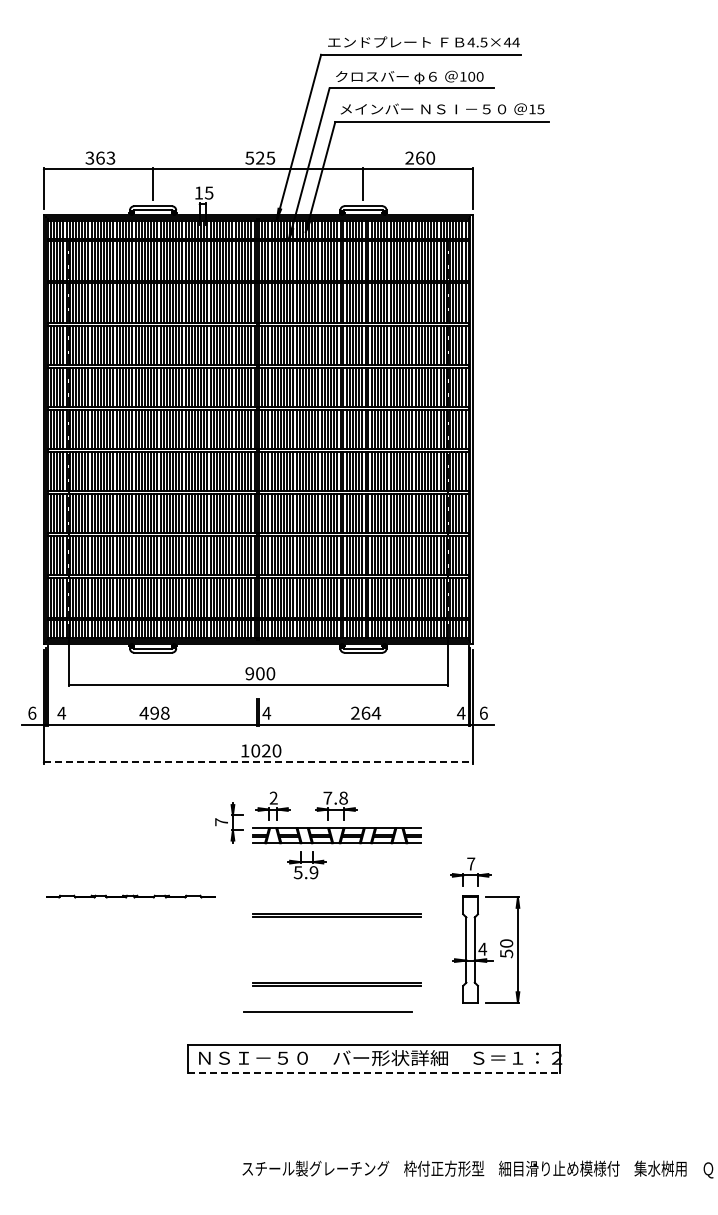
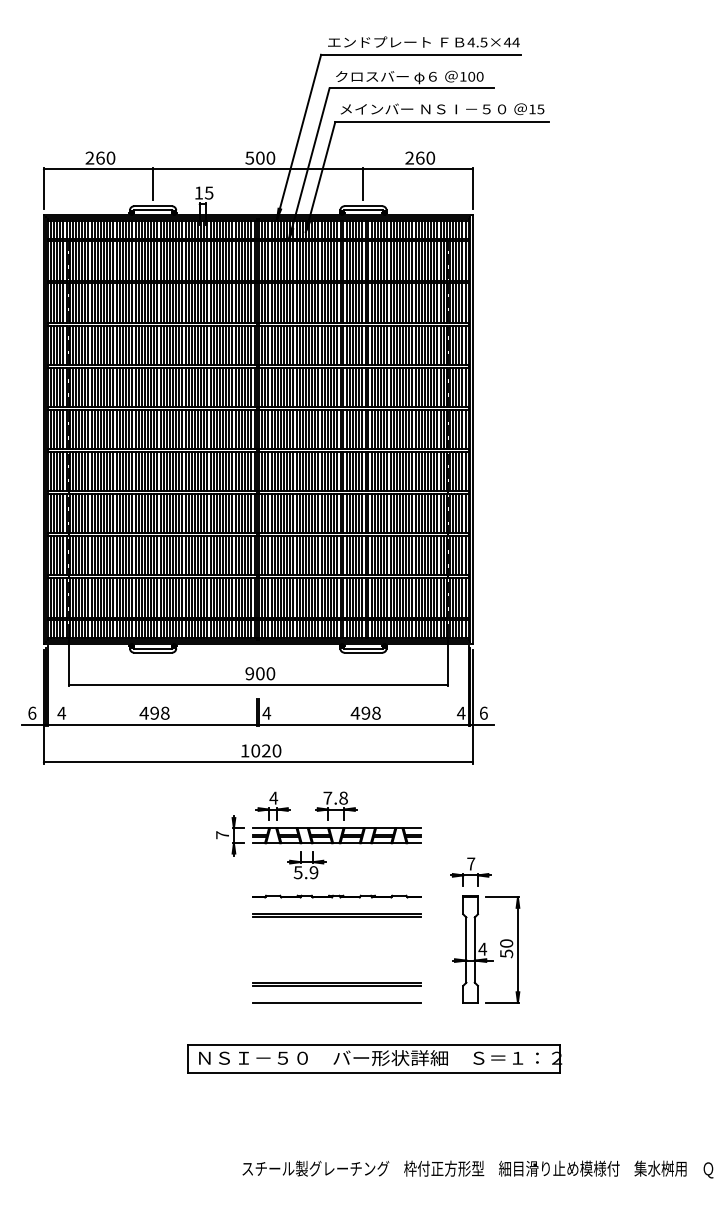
text at (100, 157): 363 -> 260
text at (265, 157): 525 -> 500
text at (365, 712): 264 -> 498
line at (258, 762): dashed -> solid
text at (273, 797): 2 -> 4
part at (229, 822) position: (229, 822) -> (230, 835)
part at (130, 896) position: (130, 896) -> (336, 896)
line at (327, 1011) position: (327, 1011) -> (336, 1002)
line at (373, 1072): dashed -> solid
